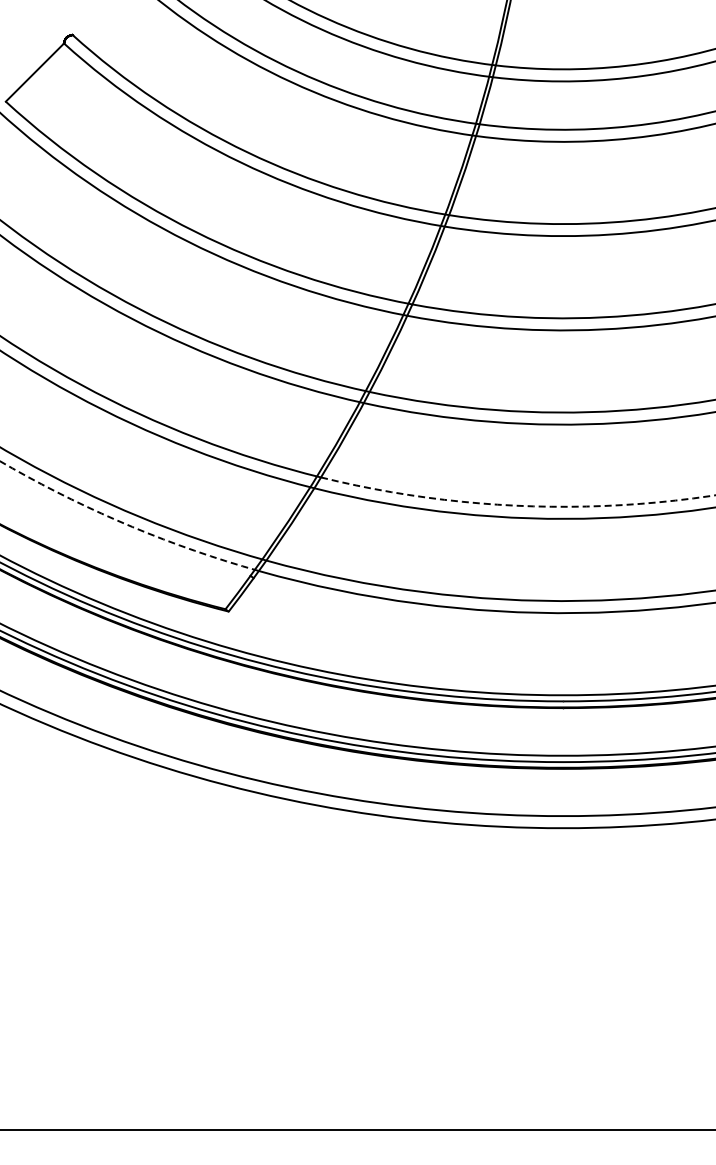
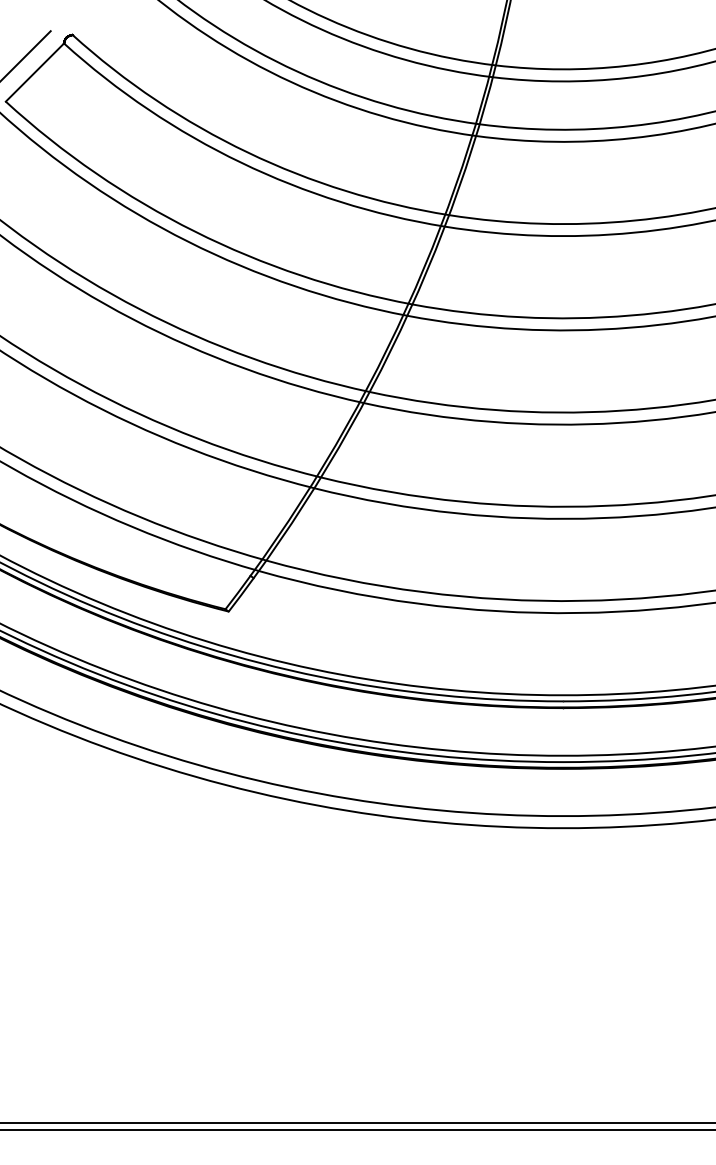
line at (26, 55): none -> present
arc at (518, 505): dashed -> solid
arc at (126, 524): dashed -> solid
line at (357, 1123): none -> present
